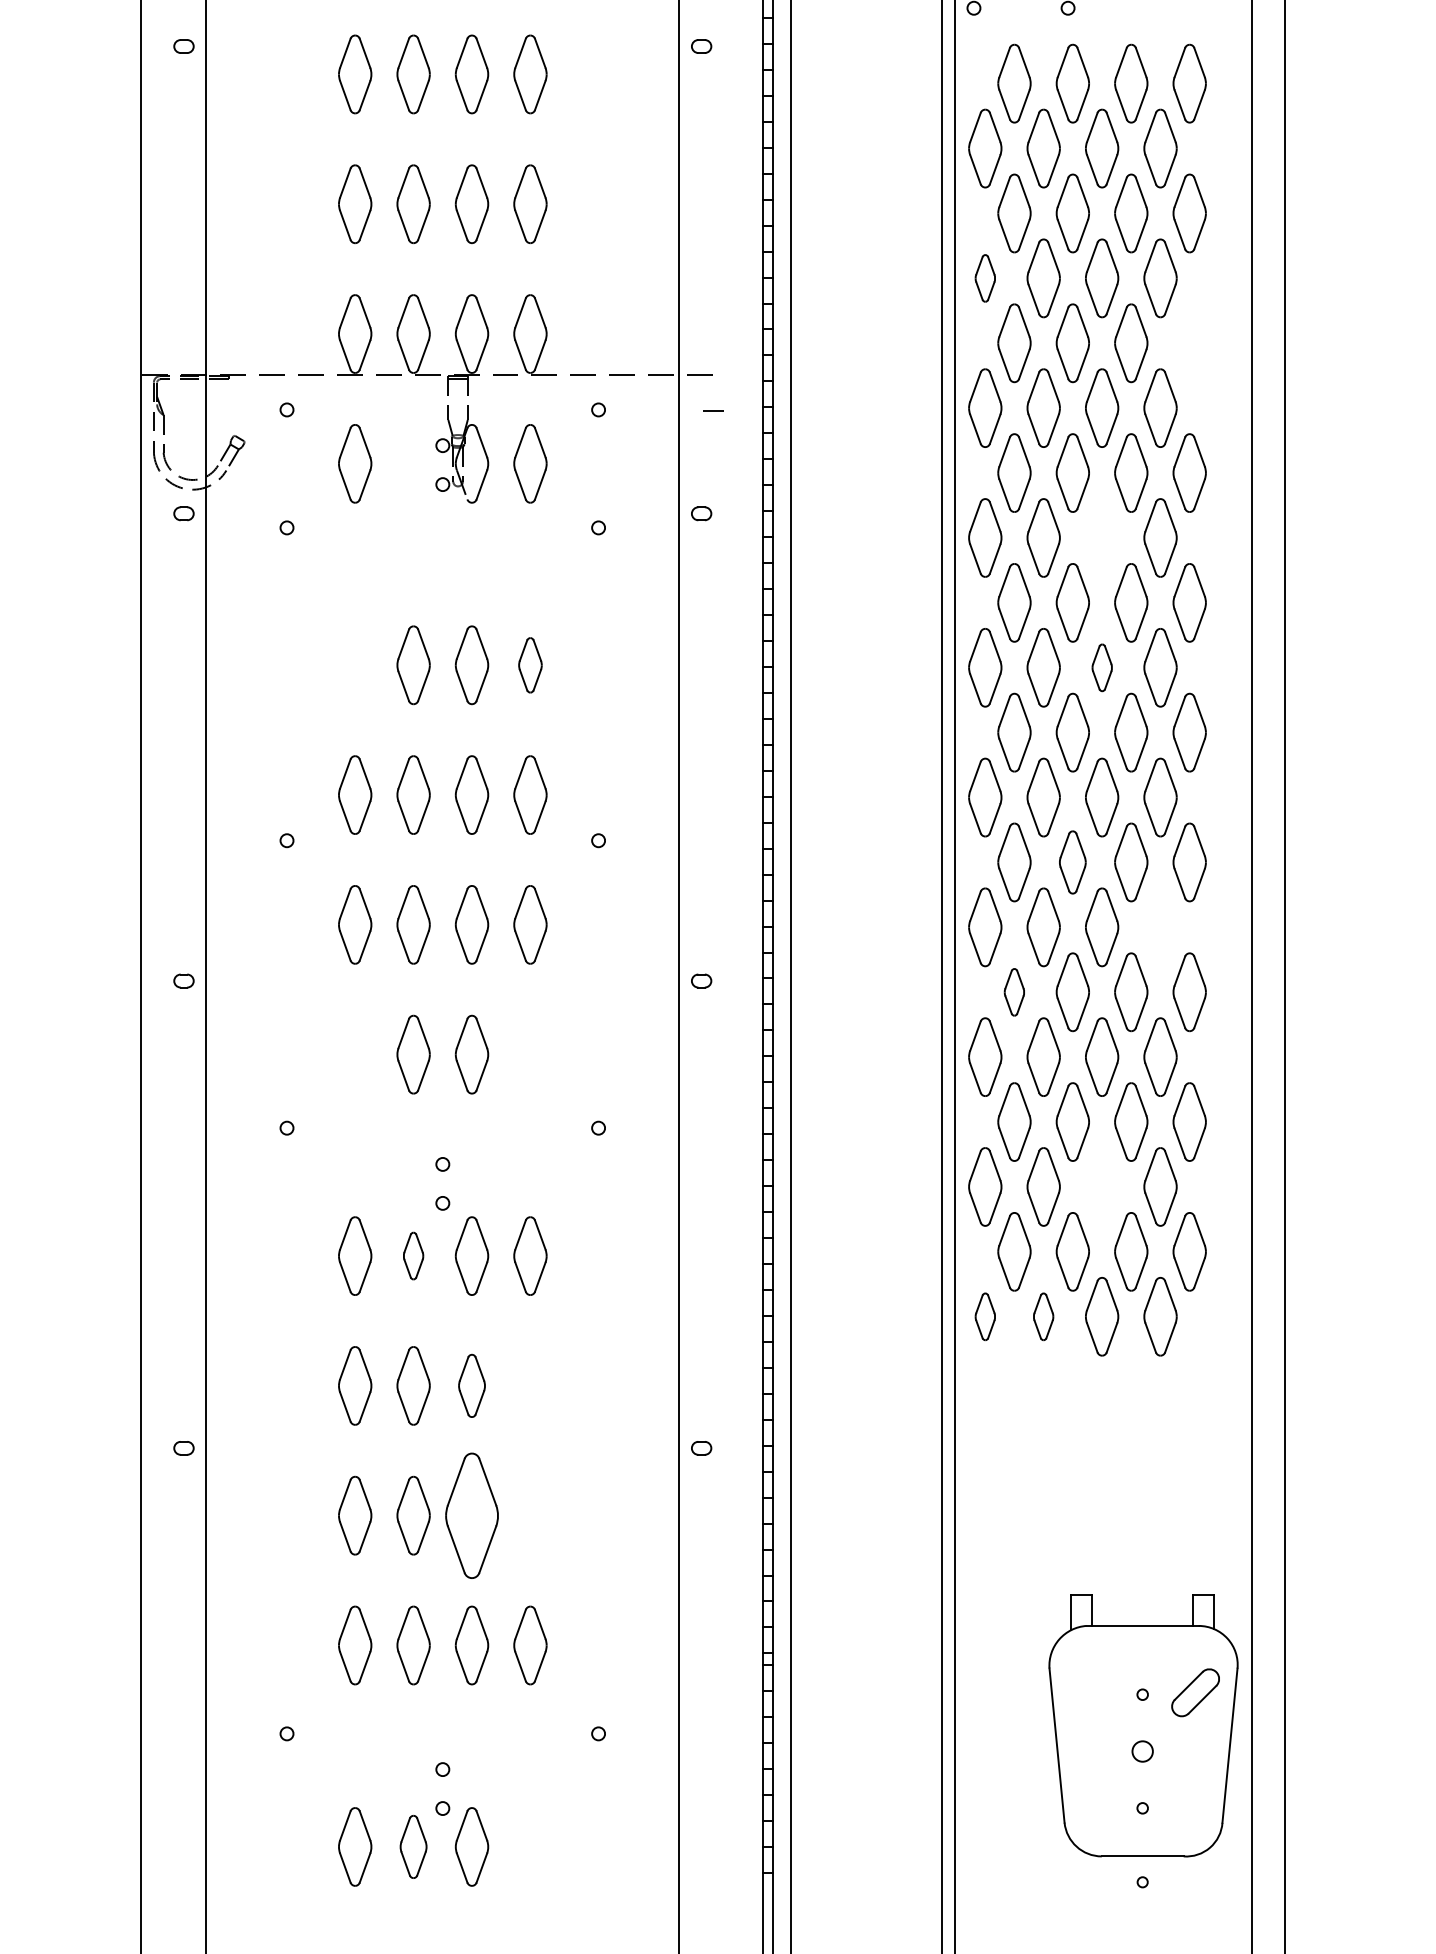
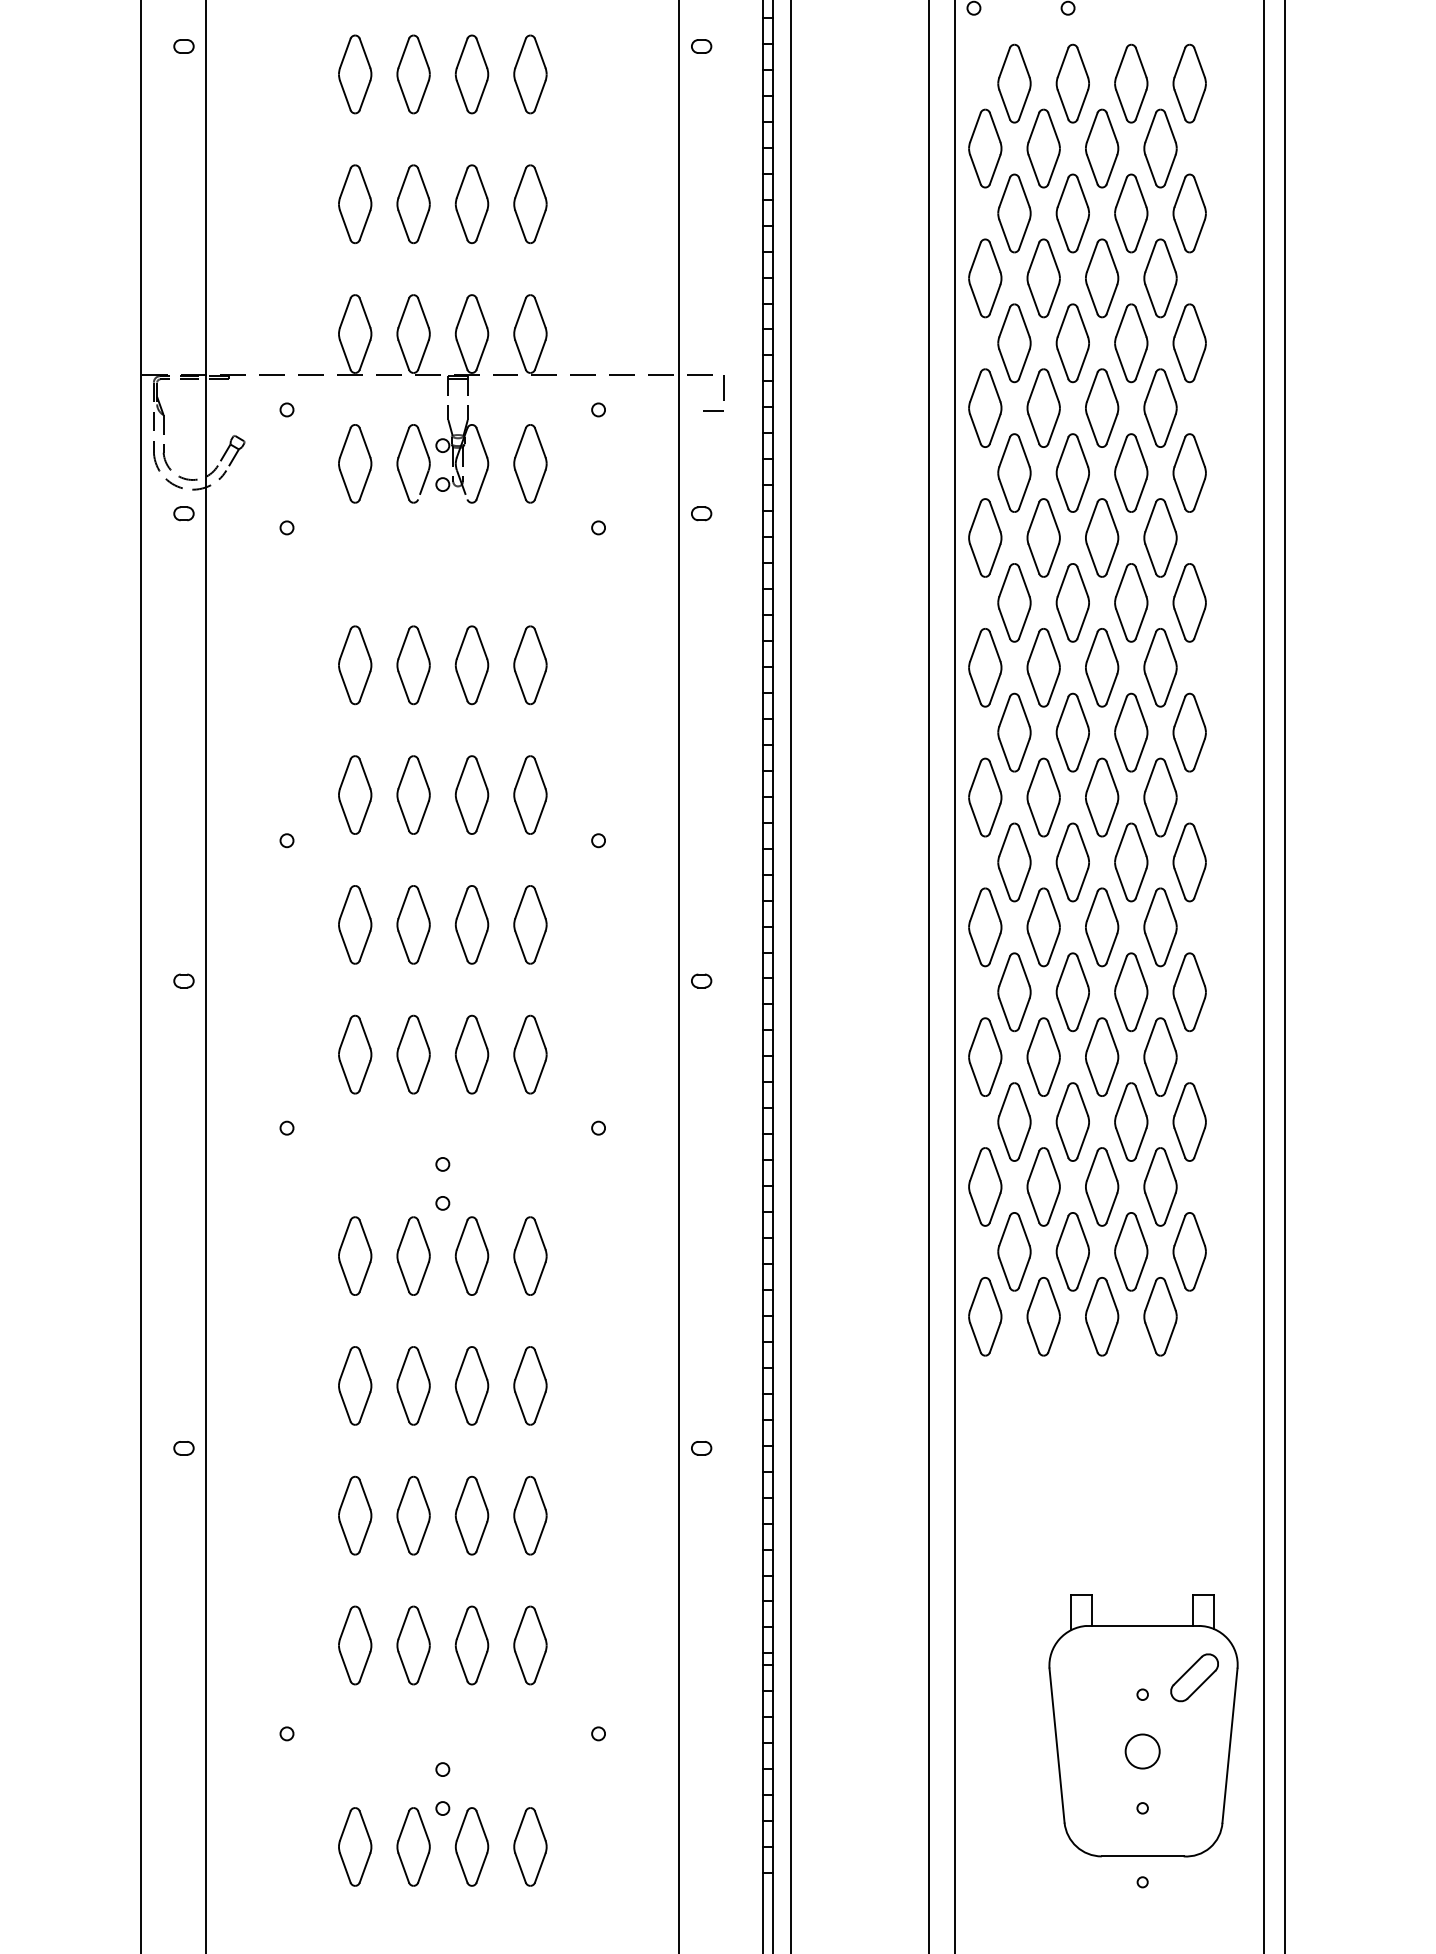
part at (984, 278) size: 22x49 px -> 35x81 px
part at (1189, 343): none -> present
line at (723, 387): none -> present
part at (399, 458): none -> present
part at (1102, 537): none -> present
part at (355, 665): none -> present
part at (530, 665) size: 25x57 px -> 35x81 px
part at (1101, 667) size: 22x50 px -> 35x80 px
part at (1072, 862) size: 28x65 px -> 35x81 px
part at (1160, 927): none -> present
line at (942, 976) position: (942, 976) -> (929, 976)
line at (1251, 976) position: (1251, 976) -> (1263, 976)
part at (1013, 992) size: 22x49 px -> 35x81 px
part at (355, 1054): none -> present
part at (530, 1054): none -> present
part at (1102, 1186): none -> present
part at (413, 1255) size: 22x50 px -> 35x80 px
part at (984, 1316) size: 22x50 px -> 35x80 px
part at (1043, 1316) size: 22x50 px -> 35x80 px
part at (471, 1385) size: 28x65 px -> 36x80 px
part at (530, 1385): none -> present
part at (471, 1515) size: 54x127 px -> 36x81 px
part at (530, 1515): none -> present
part at (1195, 1692) position: (1195, 1692) -> (1194, 1677)
circle at (1142, 1751) diameter: 20 px -> 34 px
part at (413, 1846) size: 29x64 px -> 35x80 px
part at (530, 1846): none -> present
